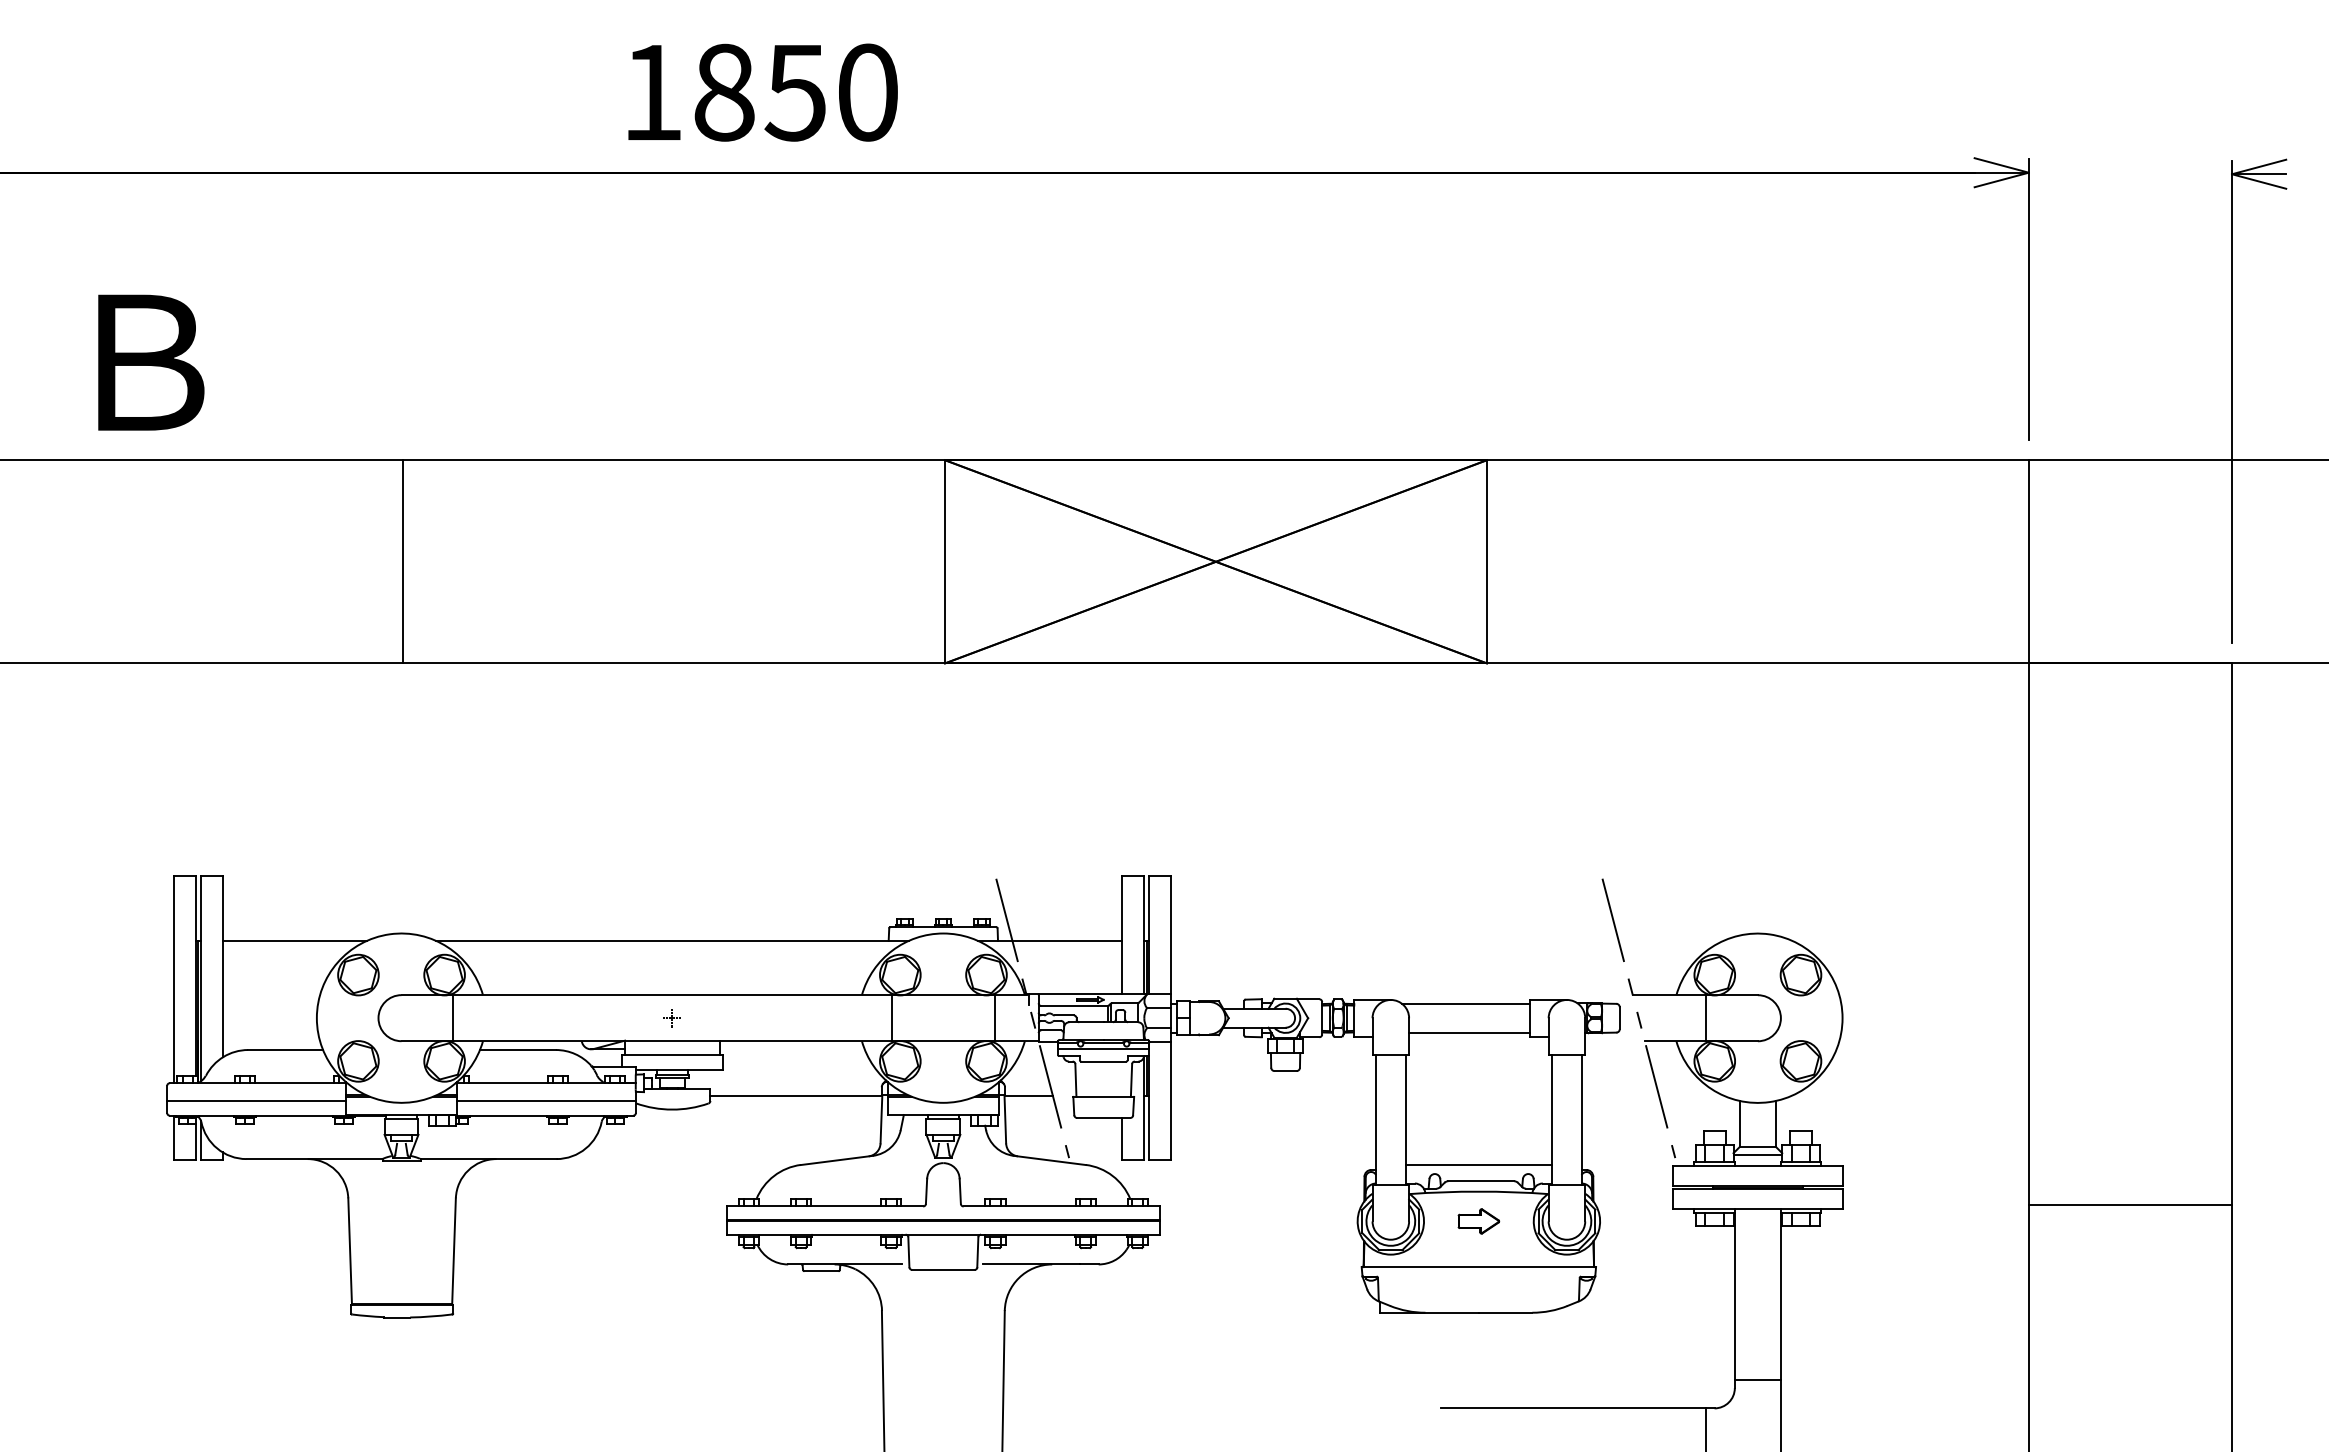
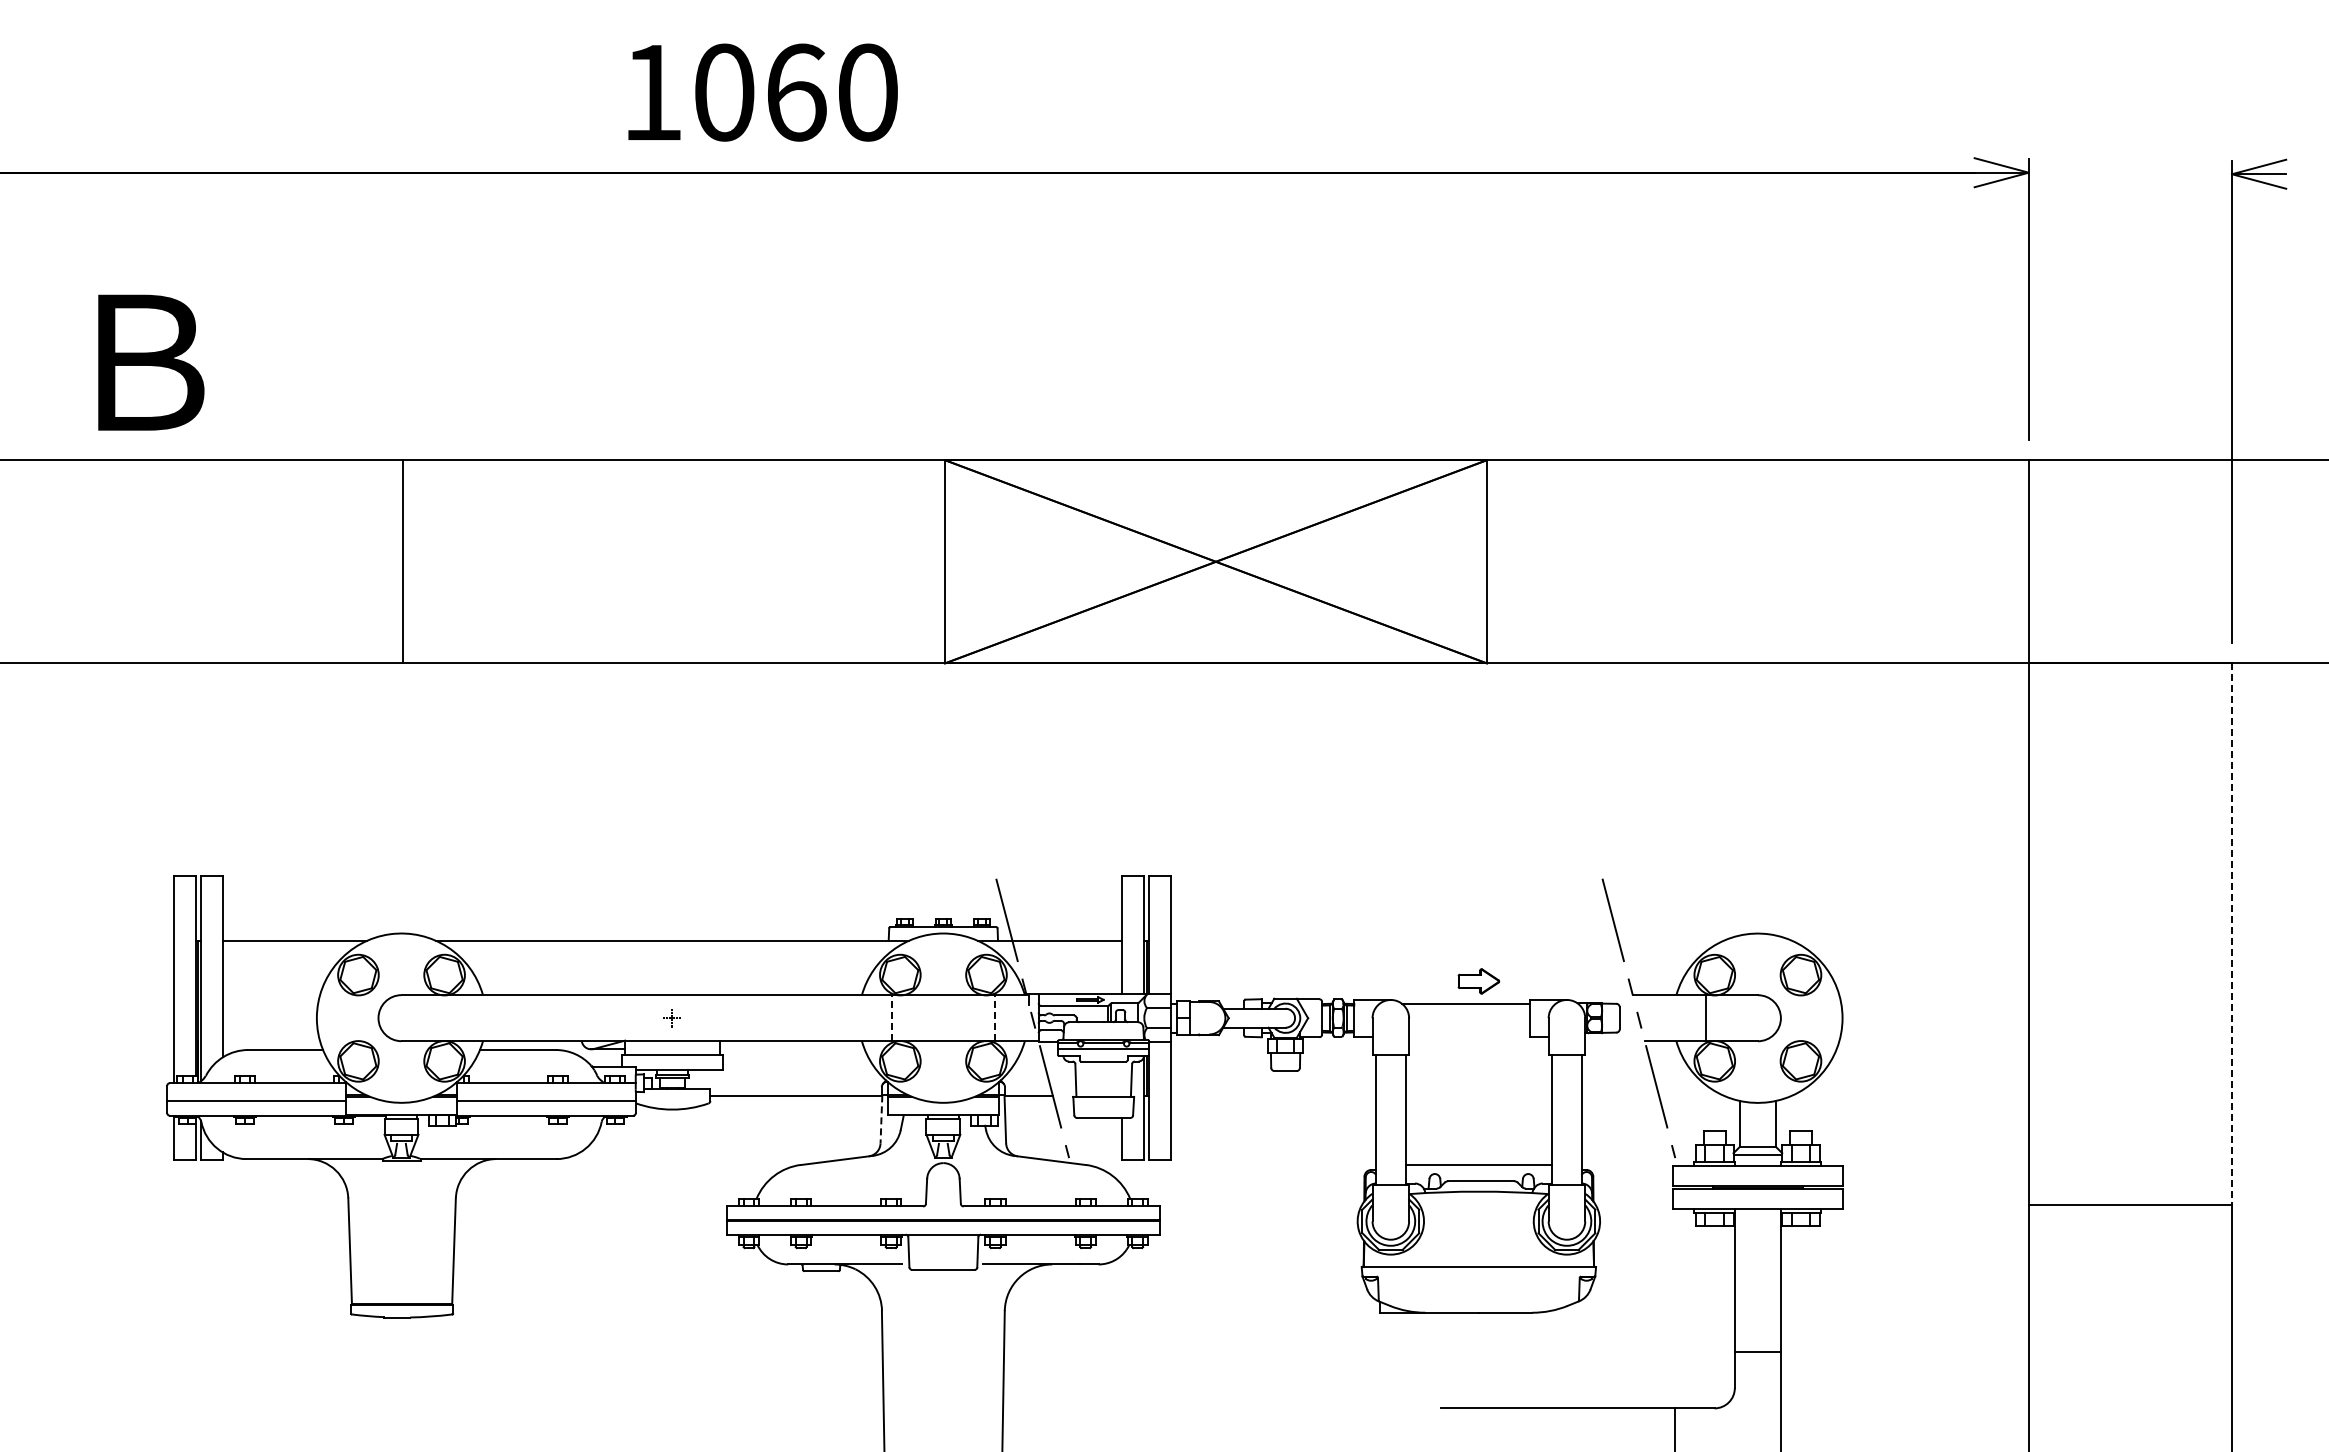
text at (760, 92): 1850 -> 1060
line at (2232, 934): solid -> dashed
line at (891, 1017): solid -> dashed
line at (995, 1017): solid -> dashed
line at (453, 1018): present -> none
line at (1469, 1032): present -> none
line at (881, 1119): solid -> dashed
part at (1478, 1221) position: (1478, 1221) -> (1478, 981)
line at (1757, 1379) position: (1757, 1379) -> (1757, 1351)
line at (1706, 1428) position: (1706, 1428) -> (1675, 1428)
